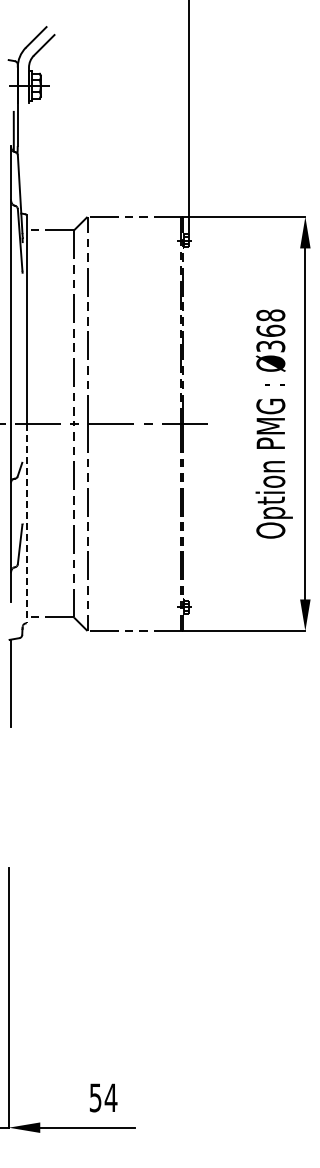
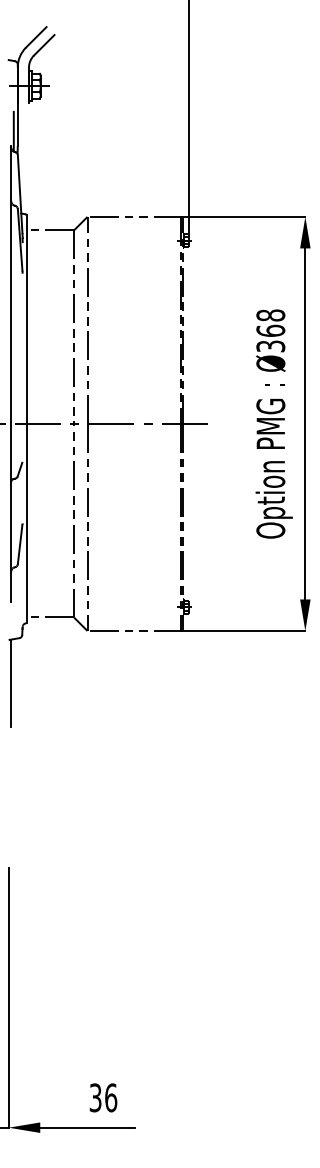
line at (26, 523): dashed -> solid
text at (103, 1097): 54 -> 36
